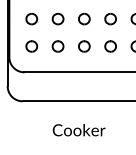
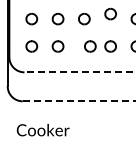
part at (110, 19) position: (110, 19) -> (110, 14)
part at (84, 46) position: (84, 46) -> (90, 46)
line at (79, 72): solid -> dashed
line at (79, 101): solid -> dashed
text at (78, 130) position: (78, 130) -> (42, 130)
